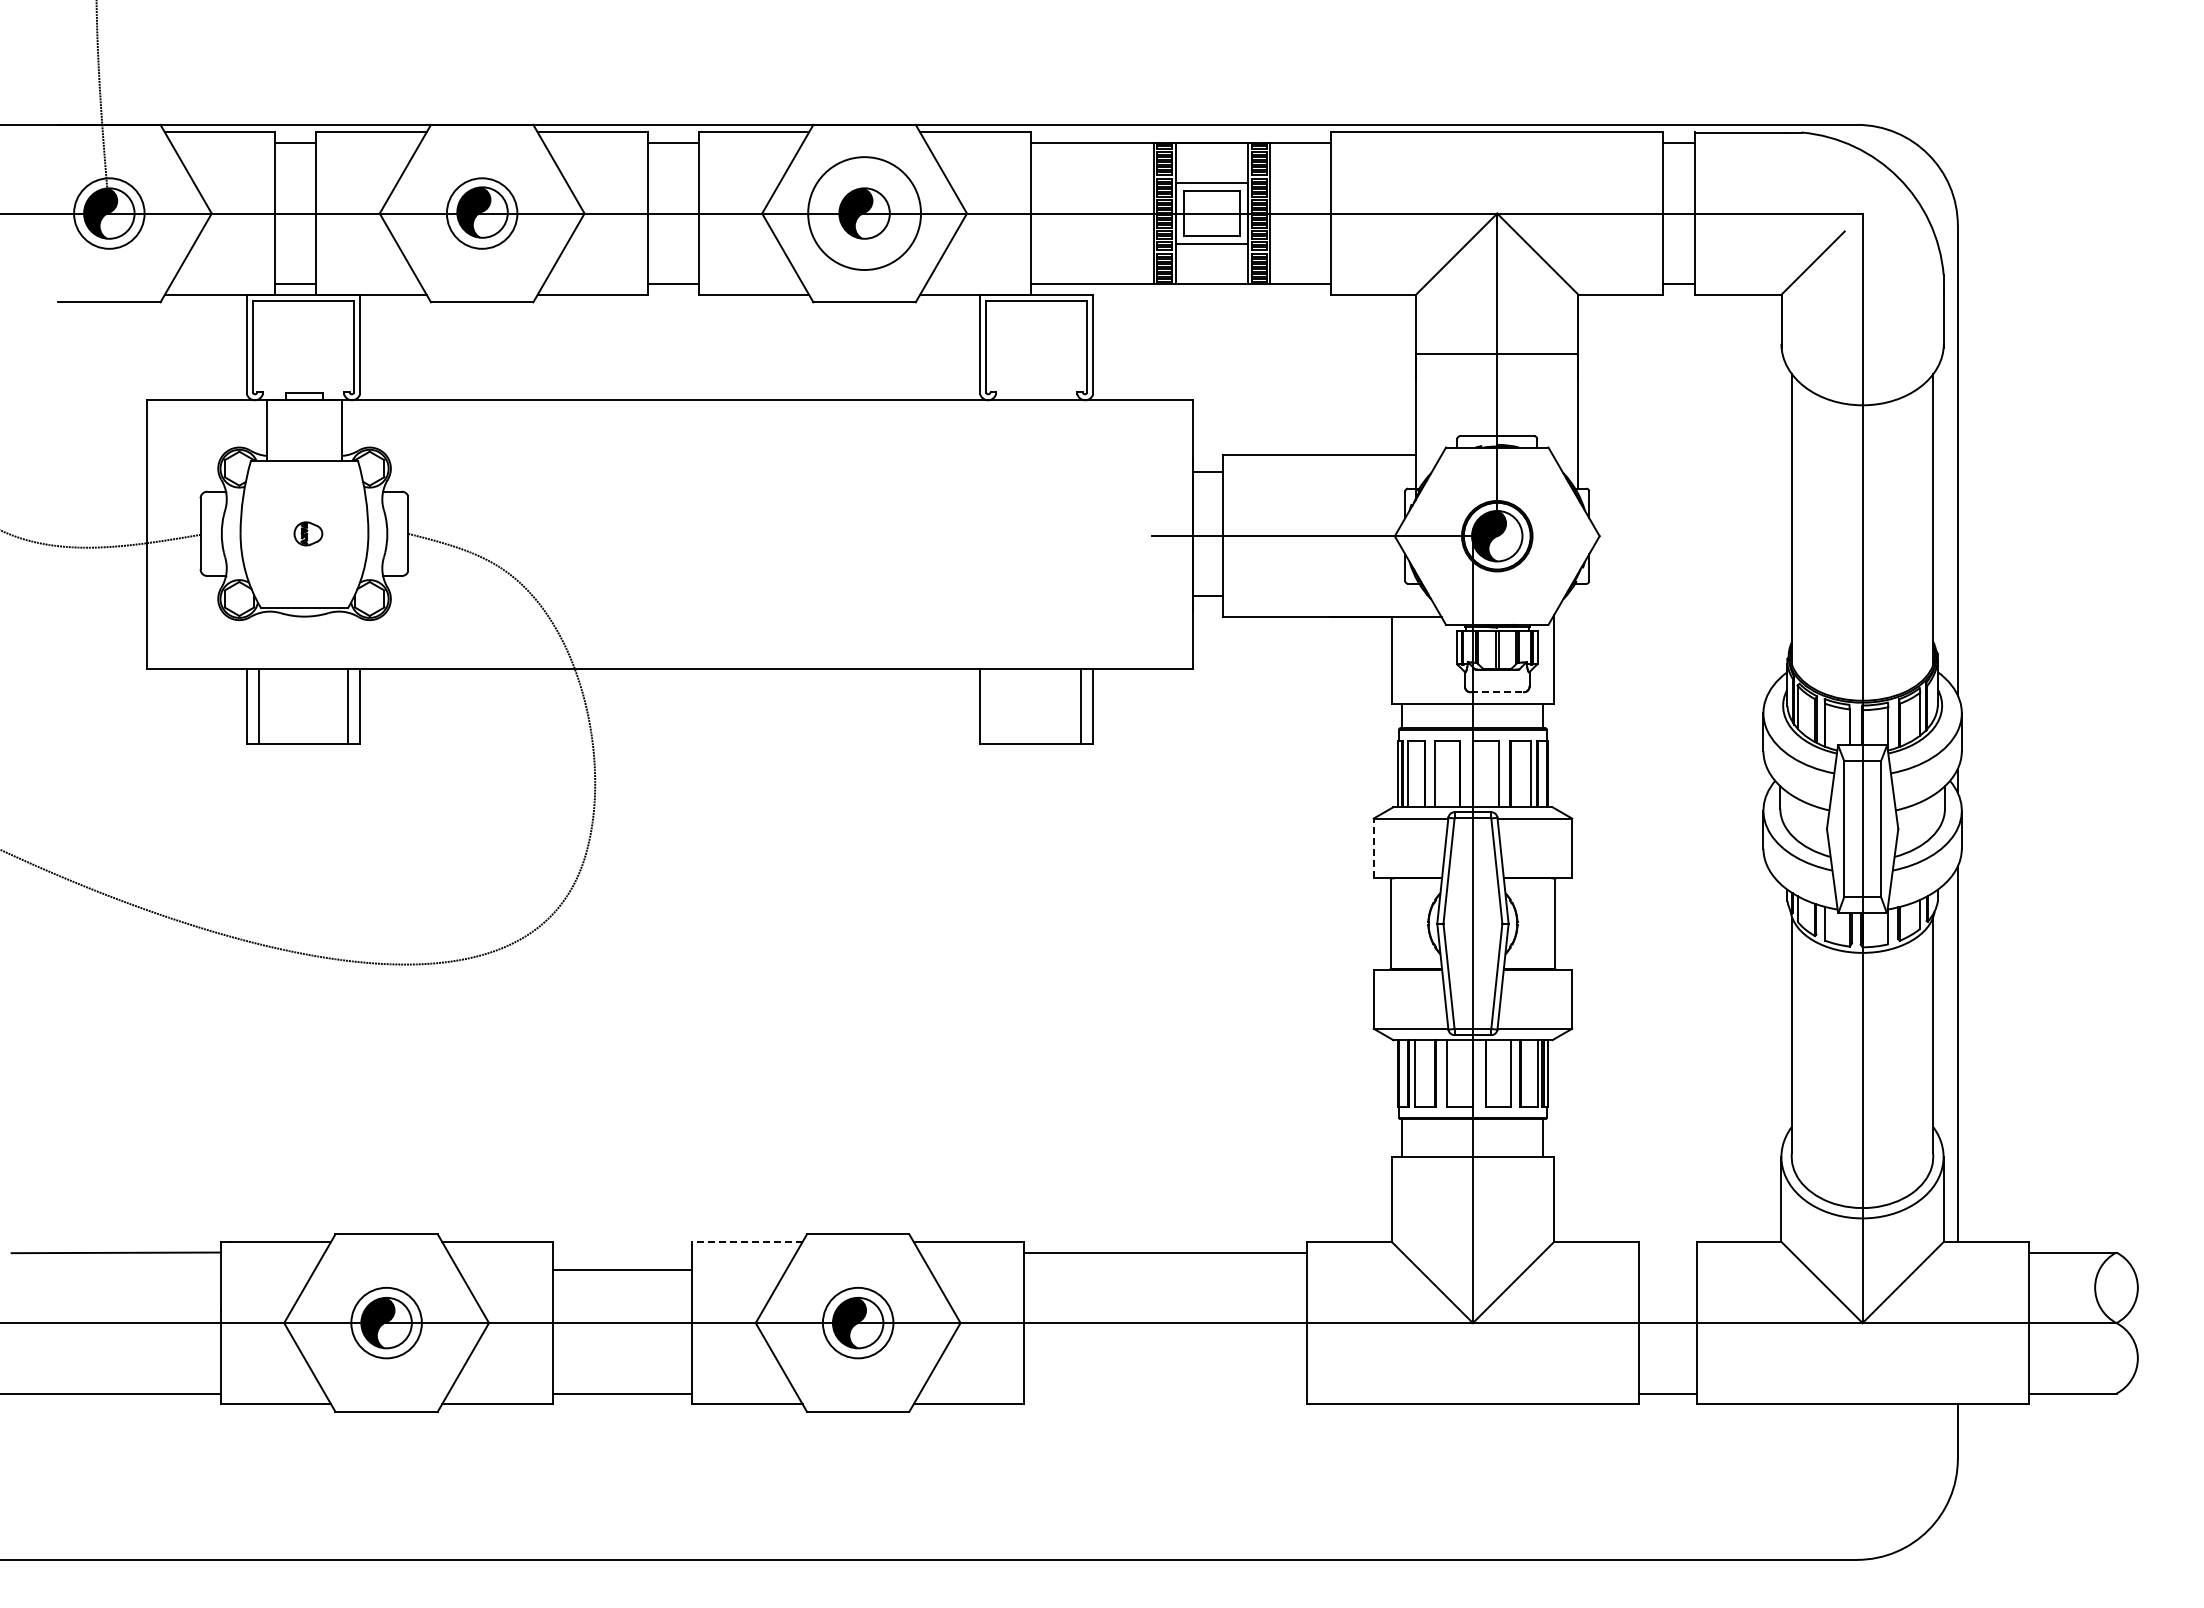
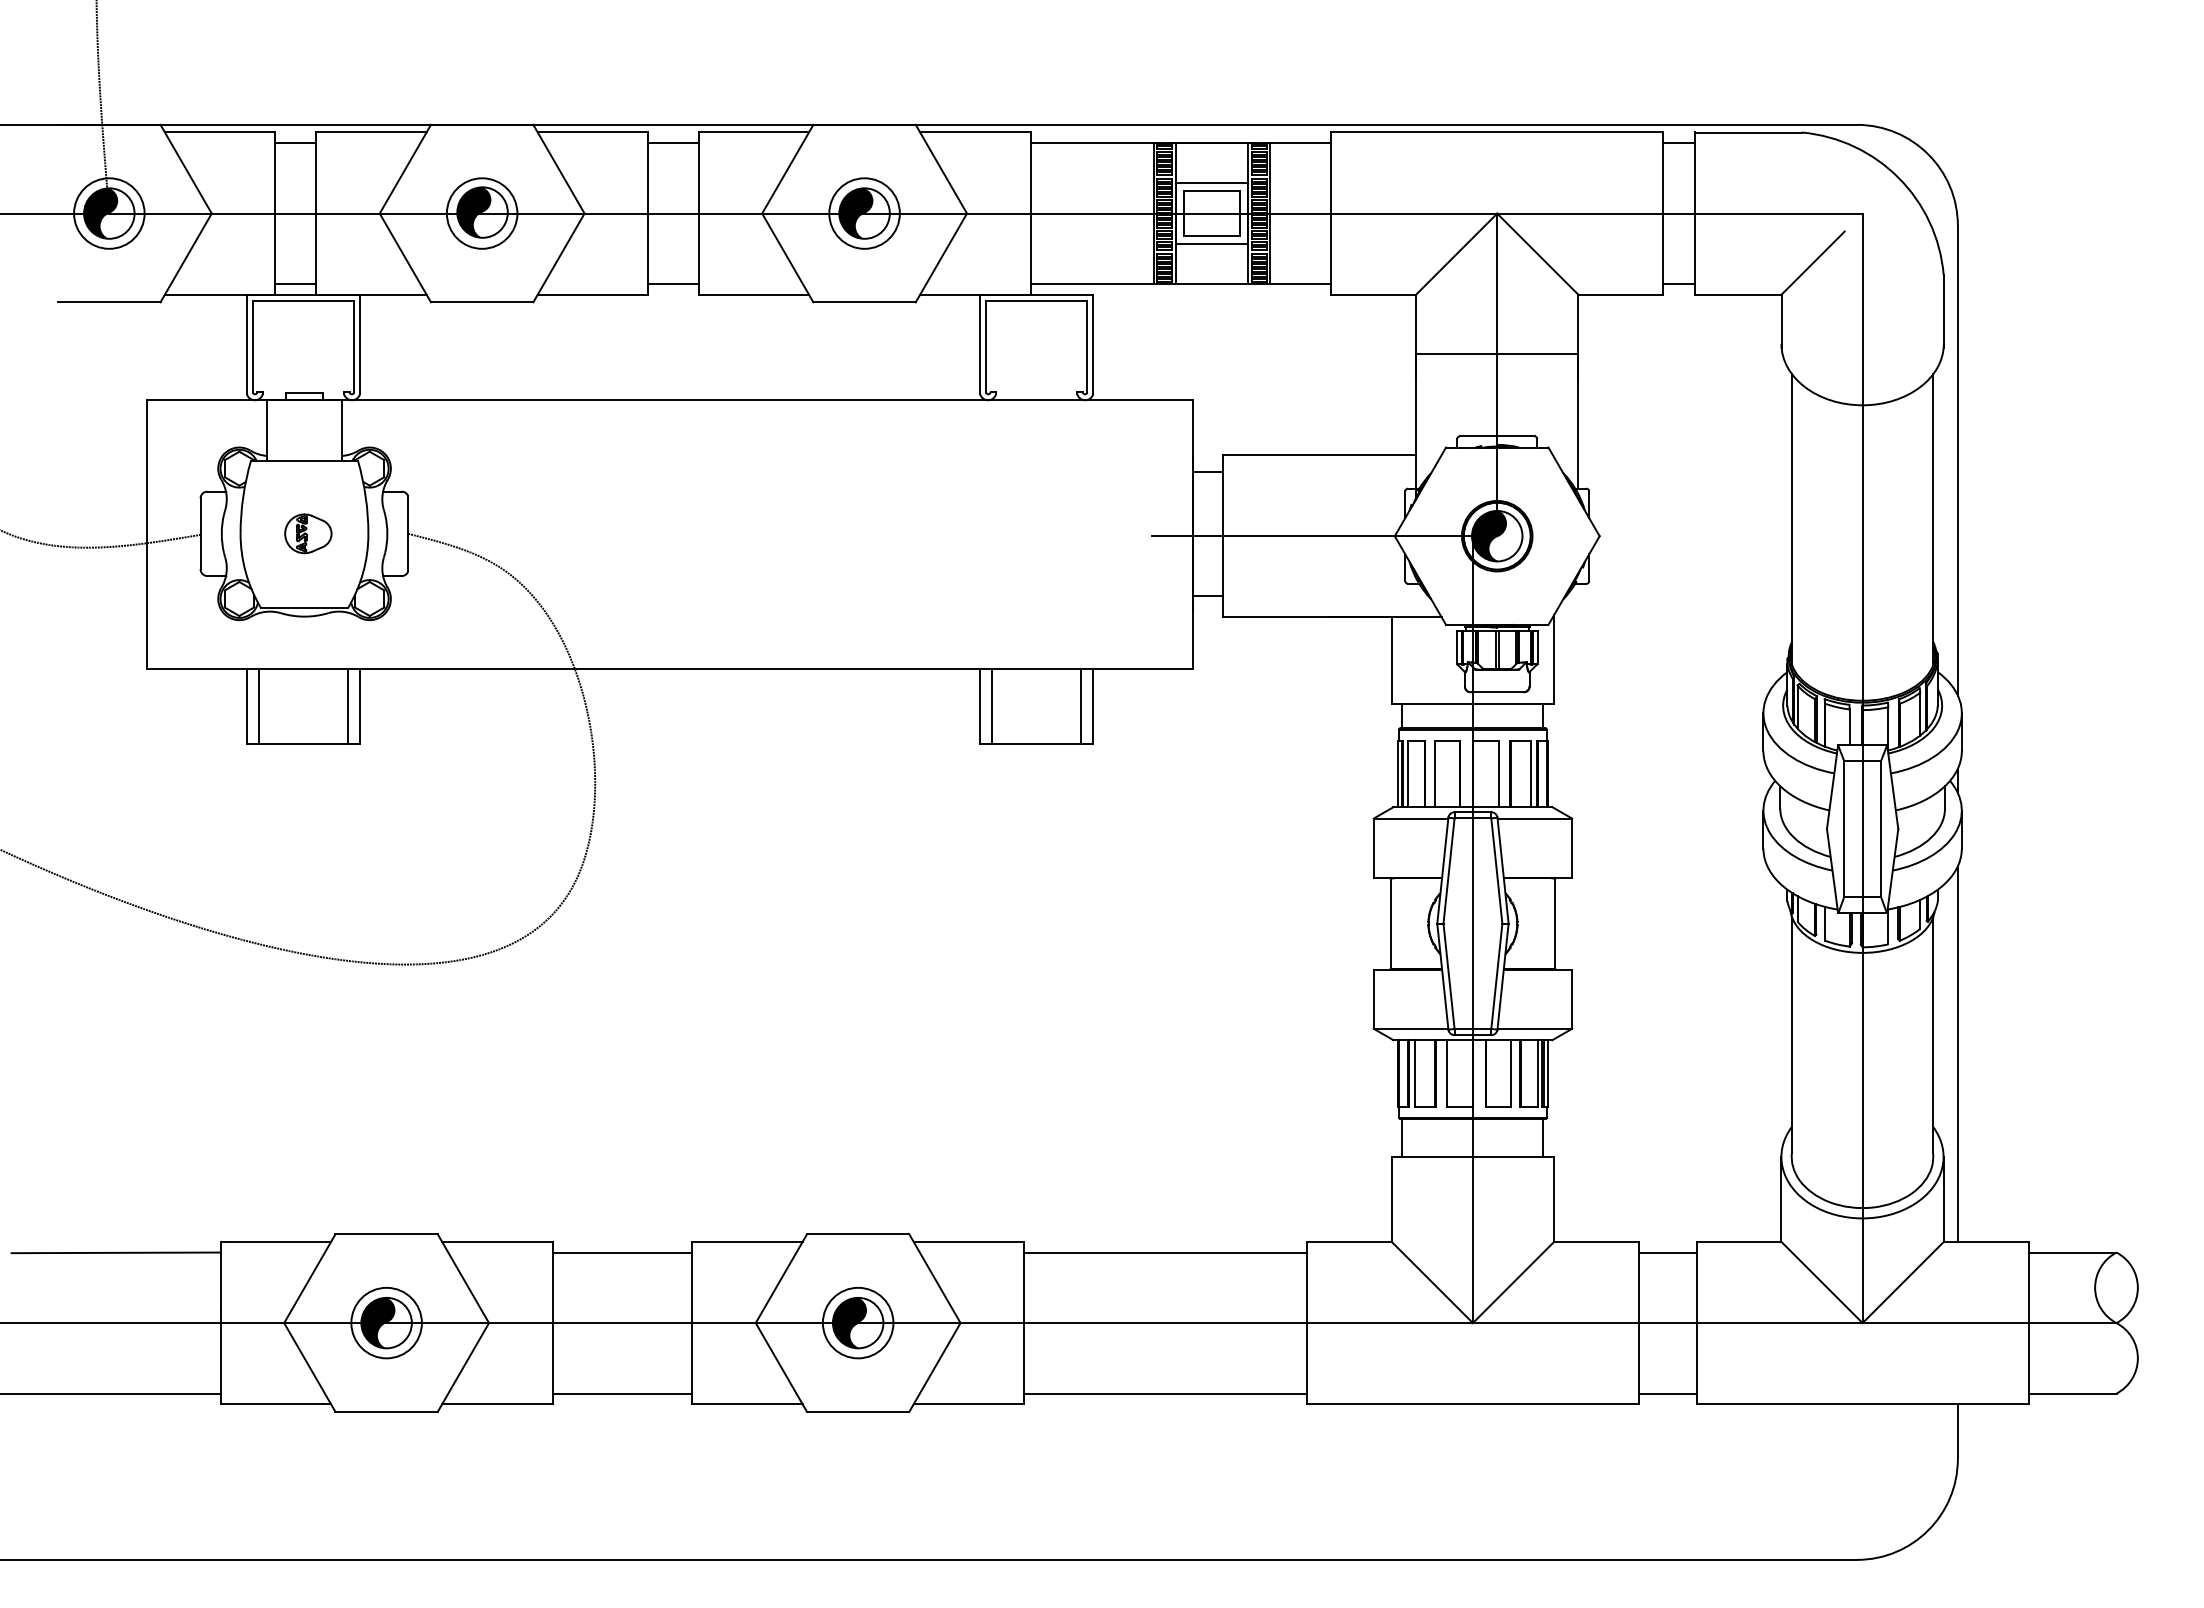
circle at (864, 213) diameter: 113 px -> 71 px
part at (308, 533) size: 31x26 px -> 49x42 px
line at (1497, 692): dashed -> solid
line at (992, 706): none -> present
line at (1373, 847): dashed -> solid
line at (746, 1241): dashed -> solid
line at (1667, 1252): none -> present
line at (622, 1269) position: (622, 1269) -> (622, 1252)
line at (1165, 1393): none -> present
